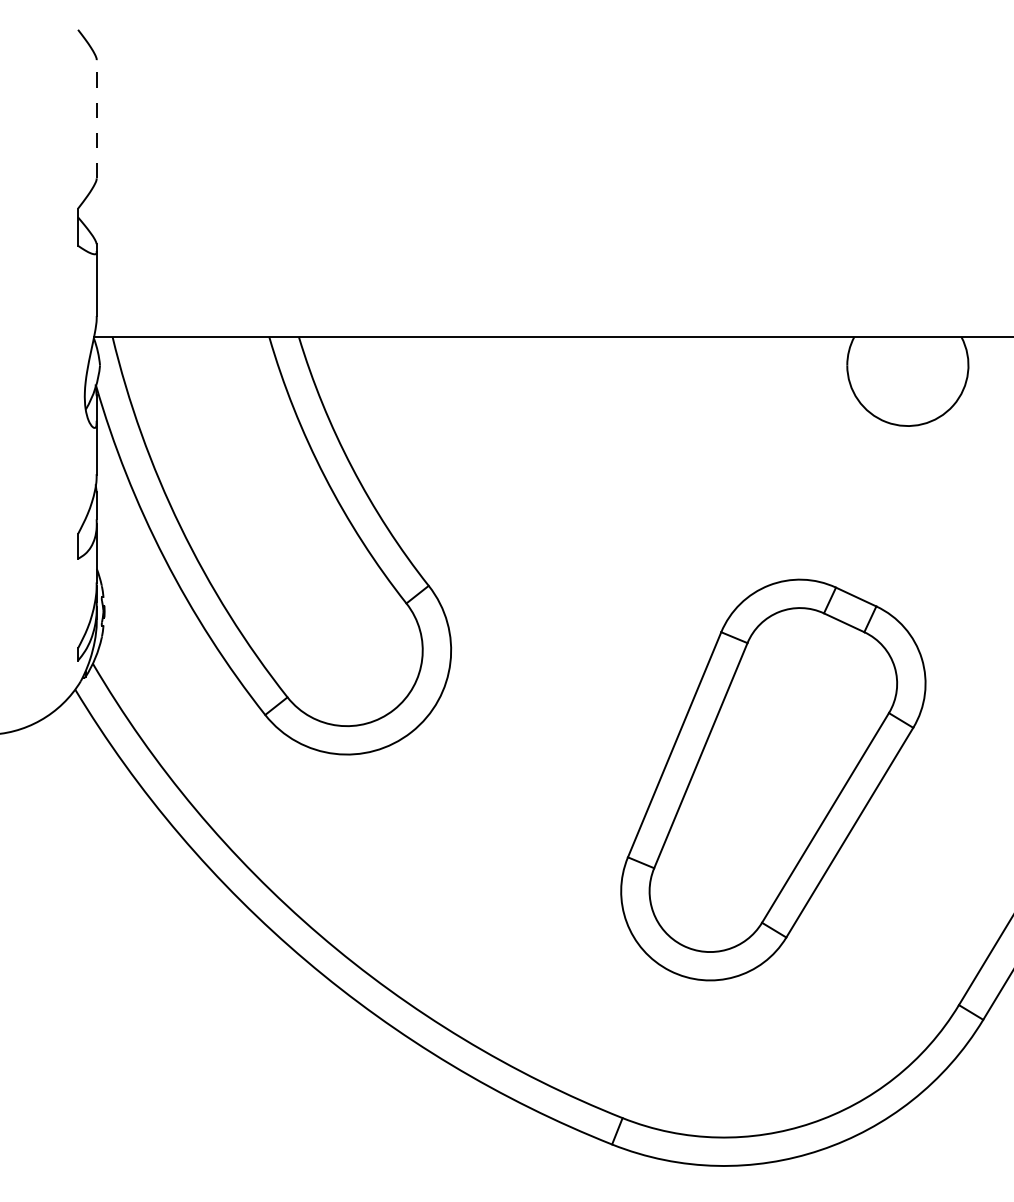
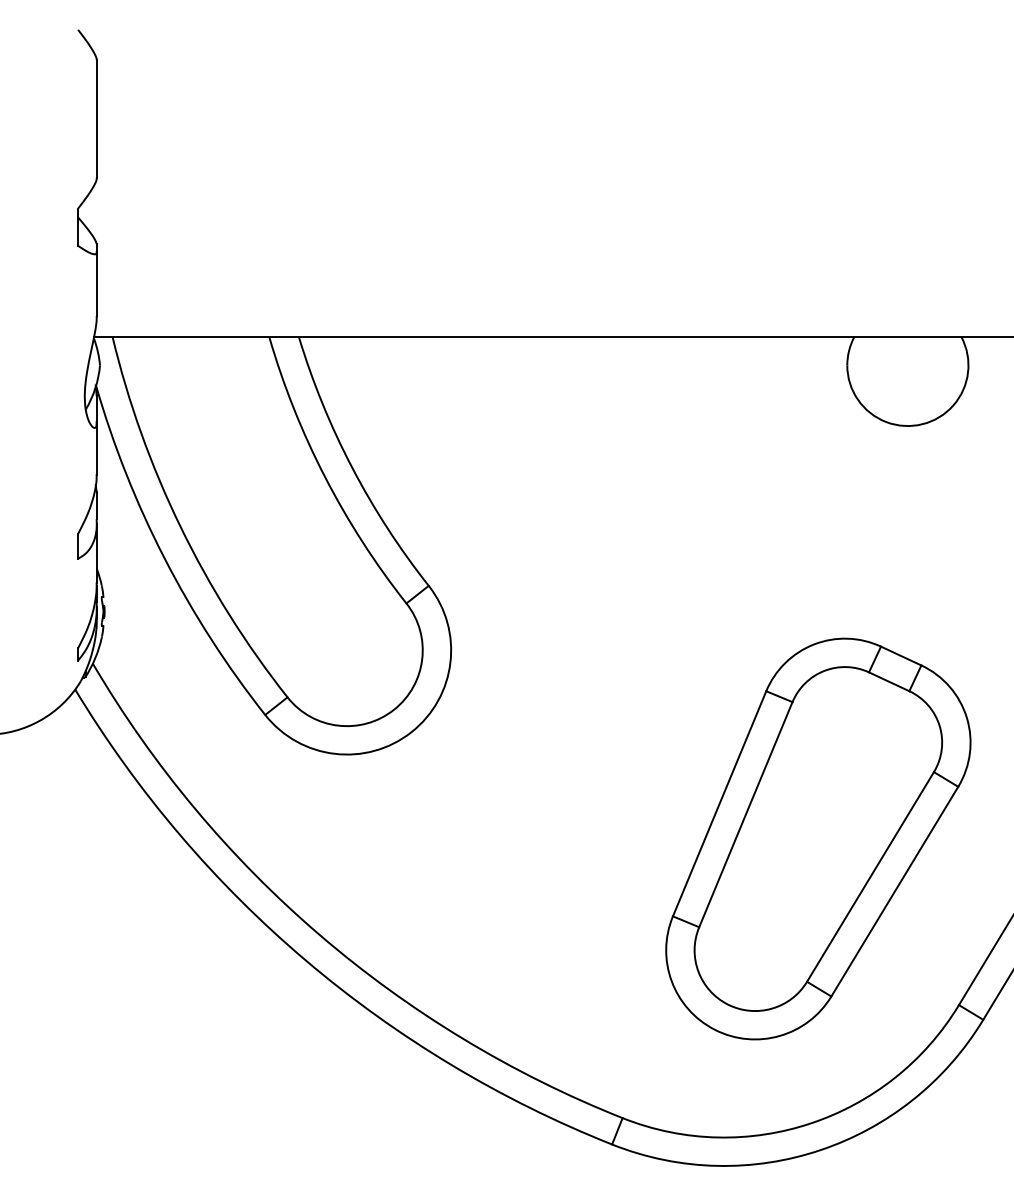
line at (96, 118): dashed -> solid
part at (773, 779) position: (773, 779) -> (818, 838)
